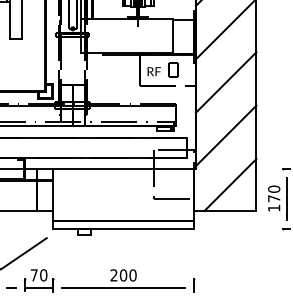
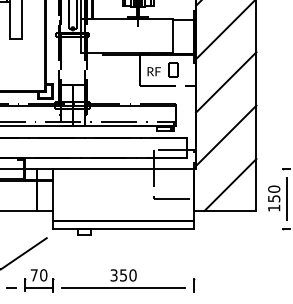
text at (274, 198): 170 -> 150
text at (118, 275): 200 -> 350
